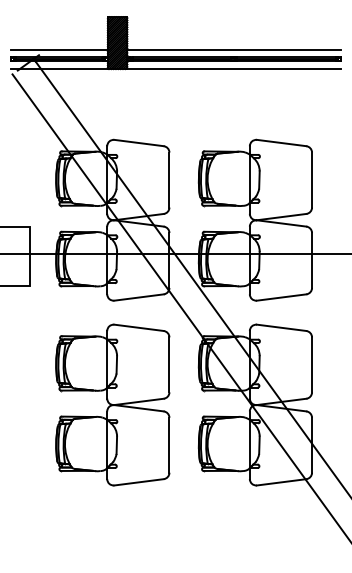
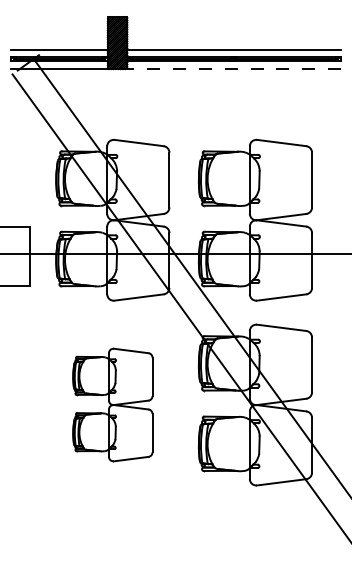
line at (234, 69): solid -> dashed
part at (112, 404) size: 116x164 px -> 82x116 px
